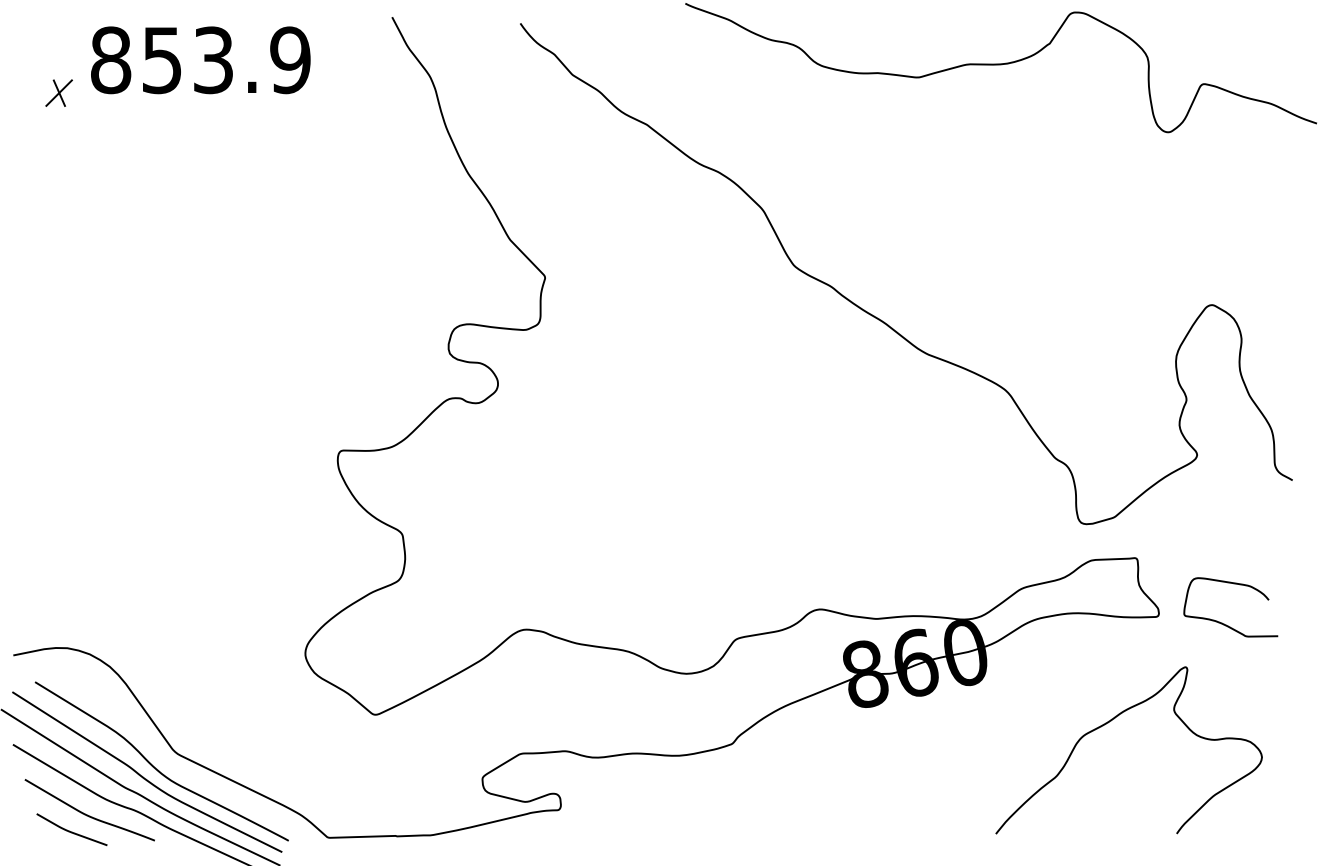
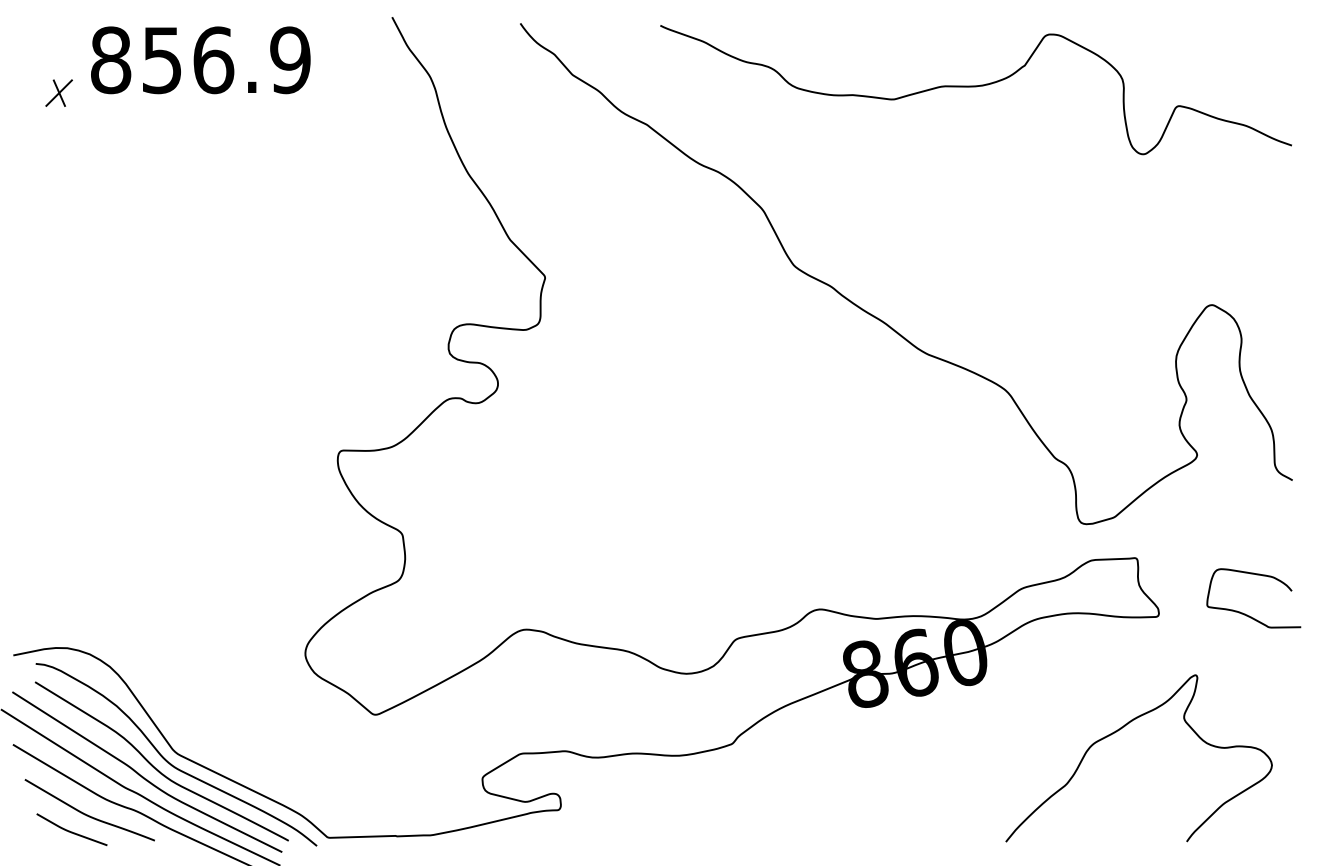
text at (213, 60): 853.9 -> 856.9
curve at (1000, 65) position: (1000, 65) -> (975, 87)
curve at (1222, 622) position: (1222, 622) -> (1245, 613)
curve at (1108, 723) position: (1108, 723) -> (1118, 731)
curve at (171, 763): none -> present
